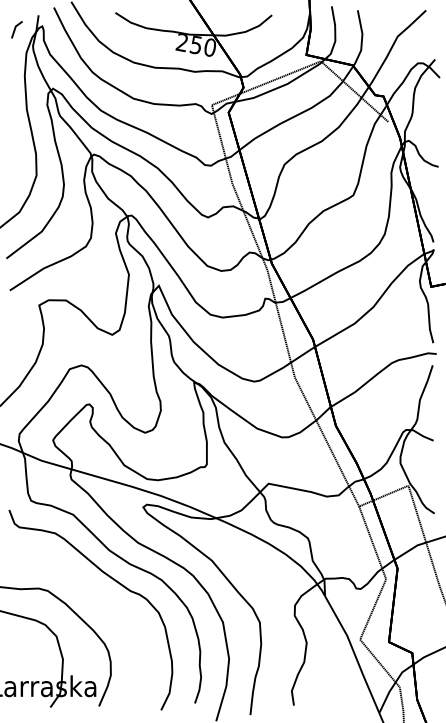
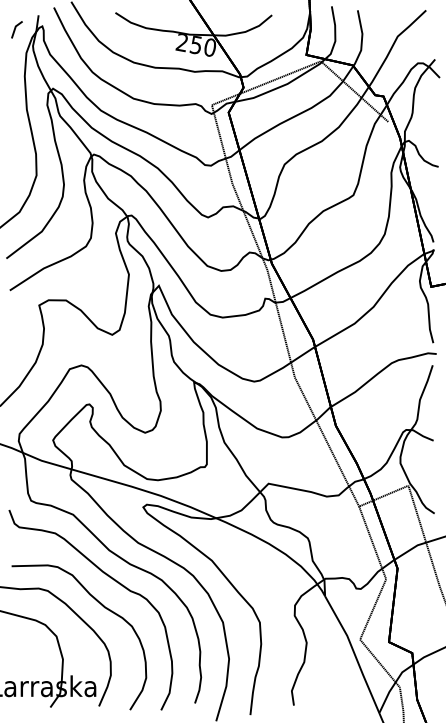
curve at (104, 608): none -> present
